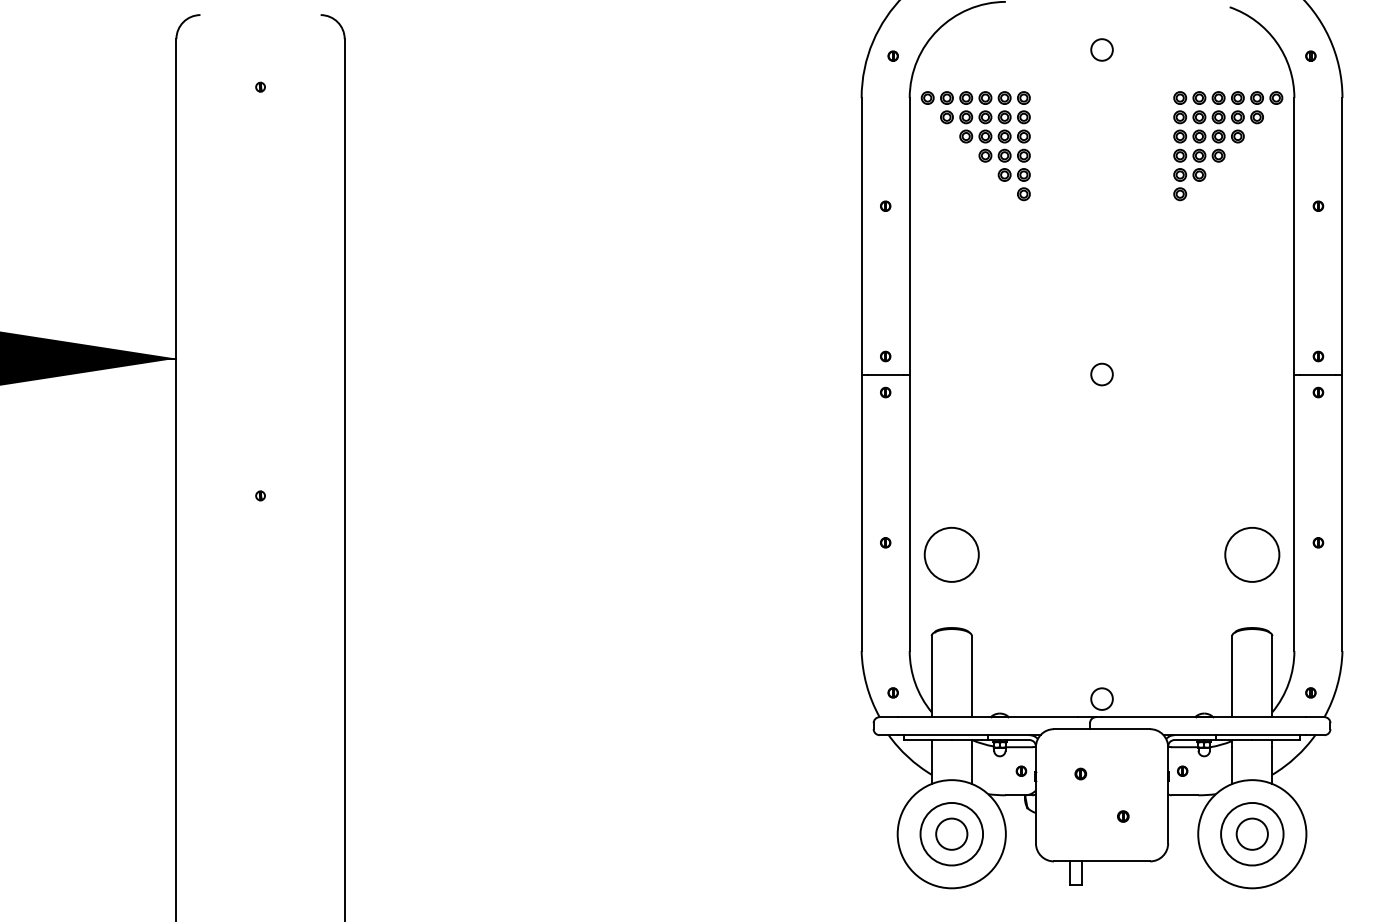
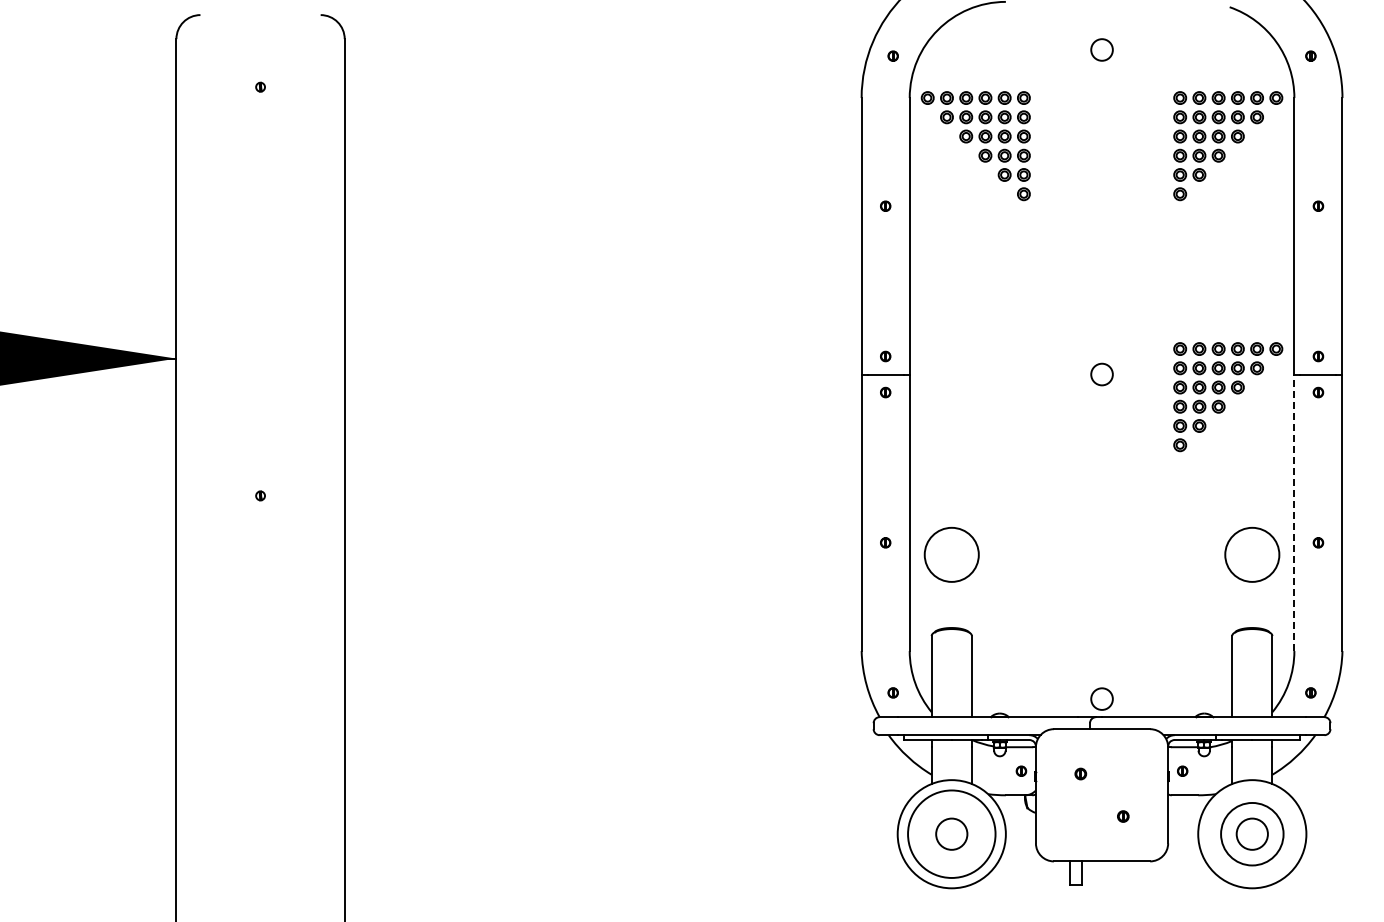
part at (1223, 401): none -> present
line at (1294, 512): solid -> dashed
circle at (951, 833) diameter: 63 px -> 88 px
